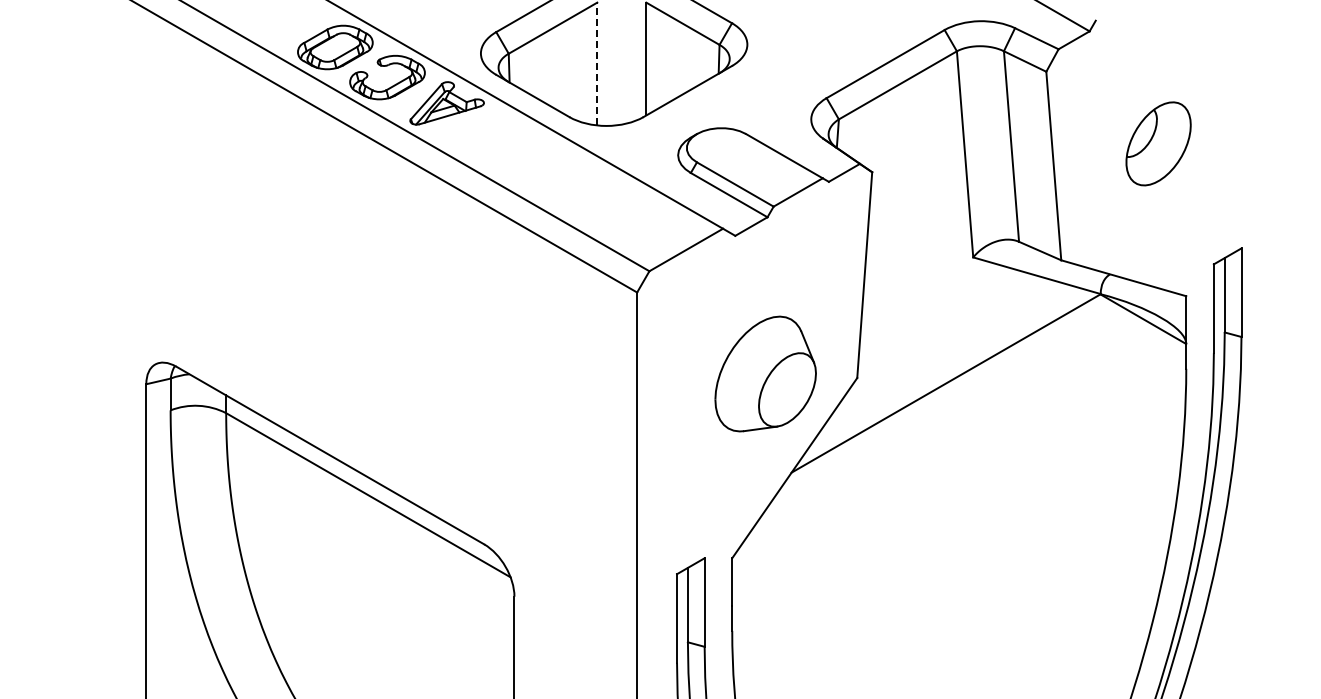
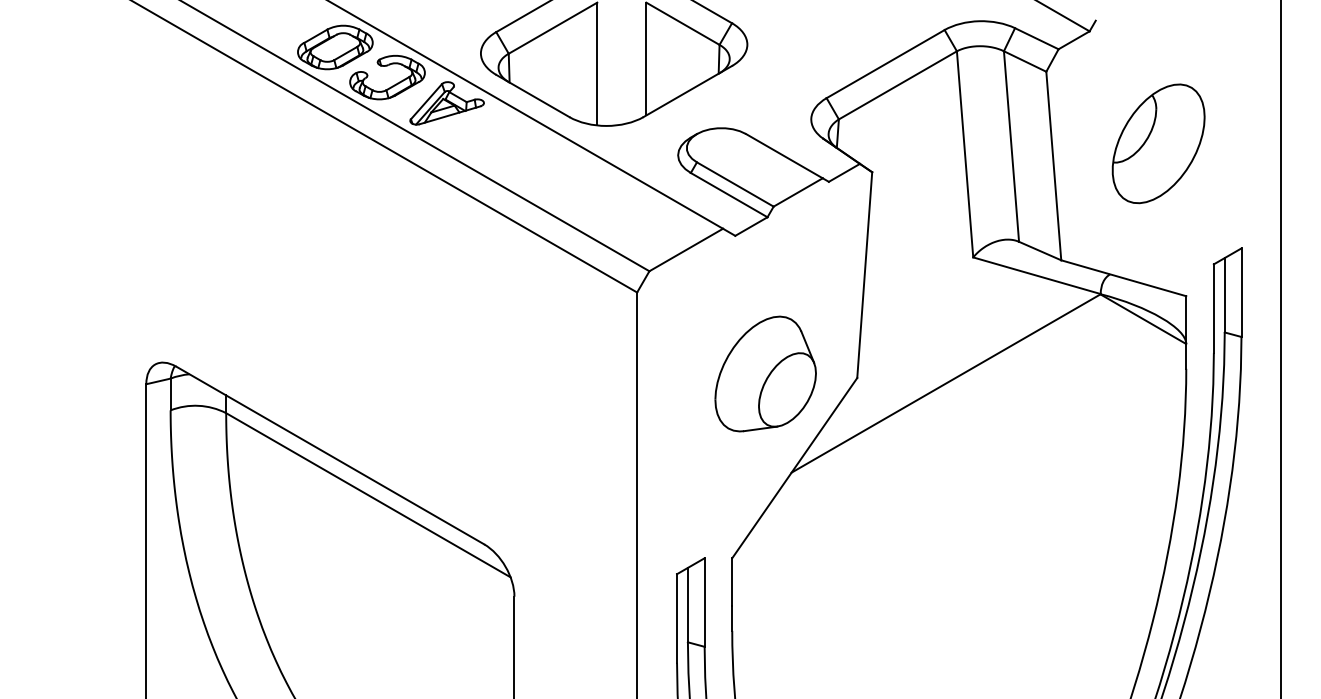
line at (597, 63): dashed -> solid
part at (1158, 143) size: 67x86 px -> 95x122 px
line at (1281, 348): none -> present
